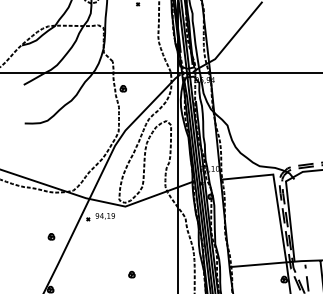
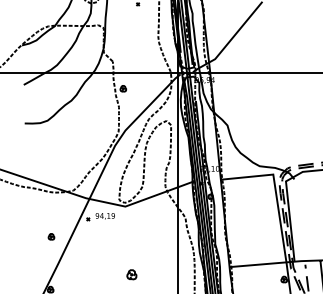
part at (131, 274) size: 8x9 px -> 12x12 px
